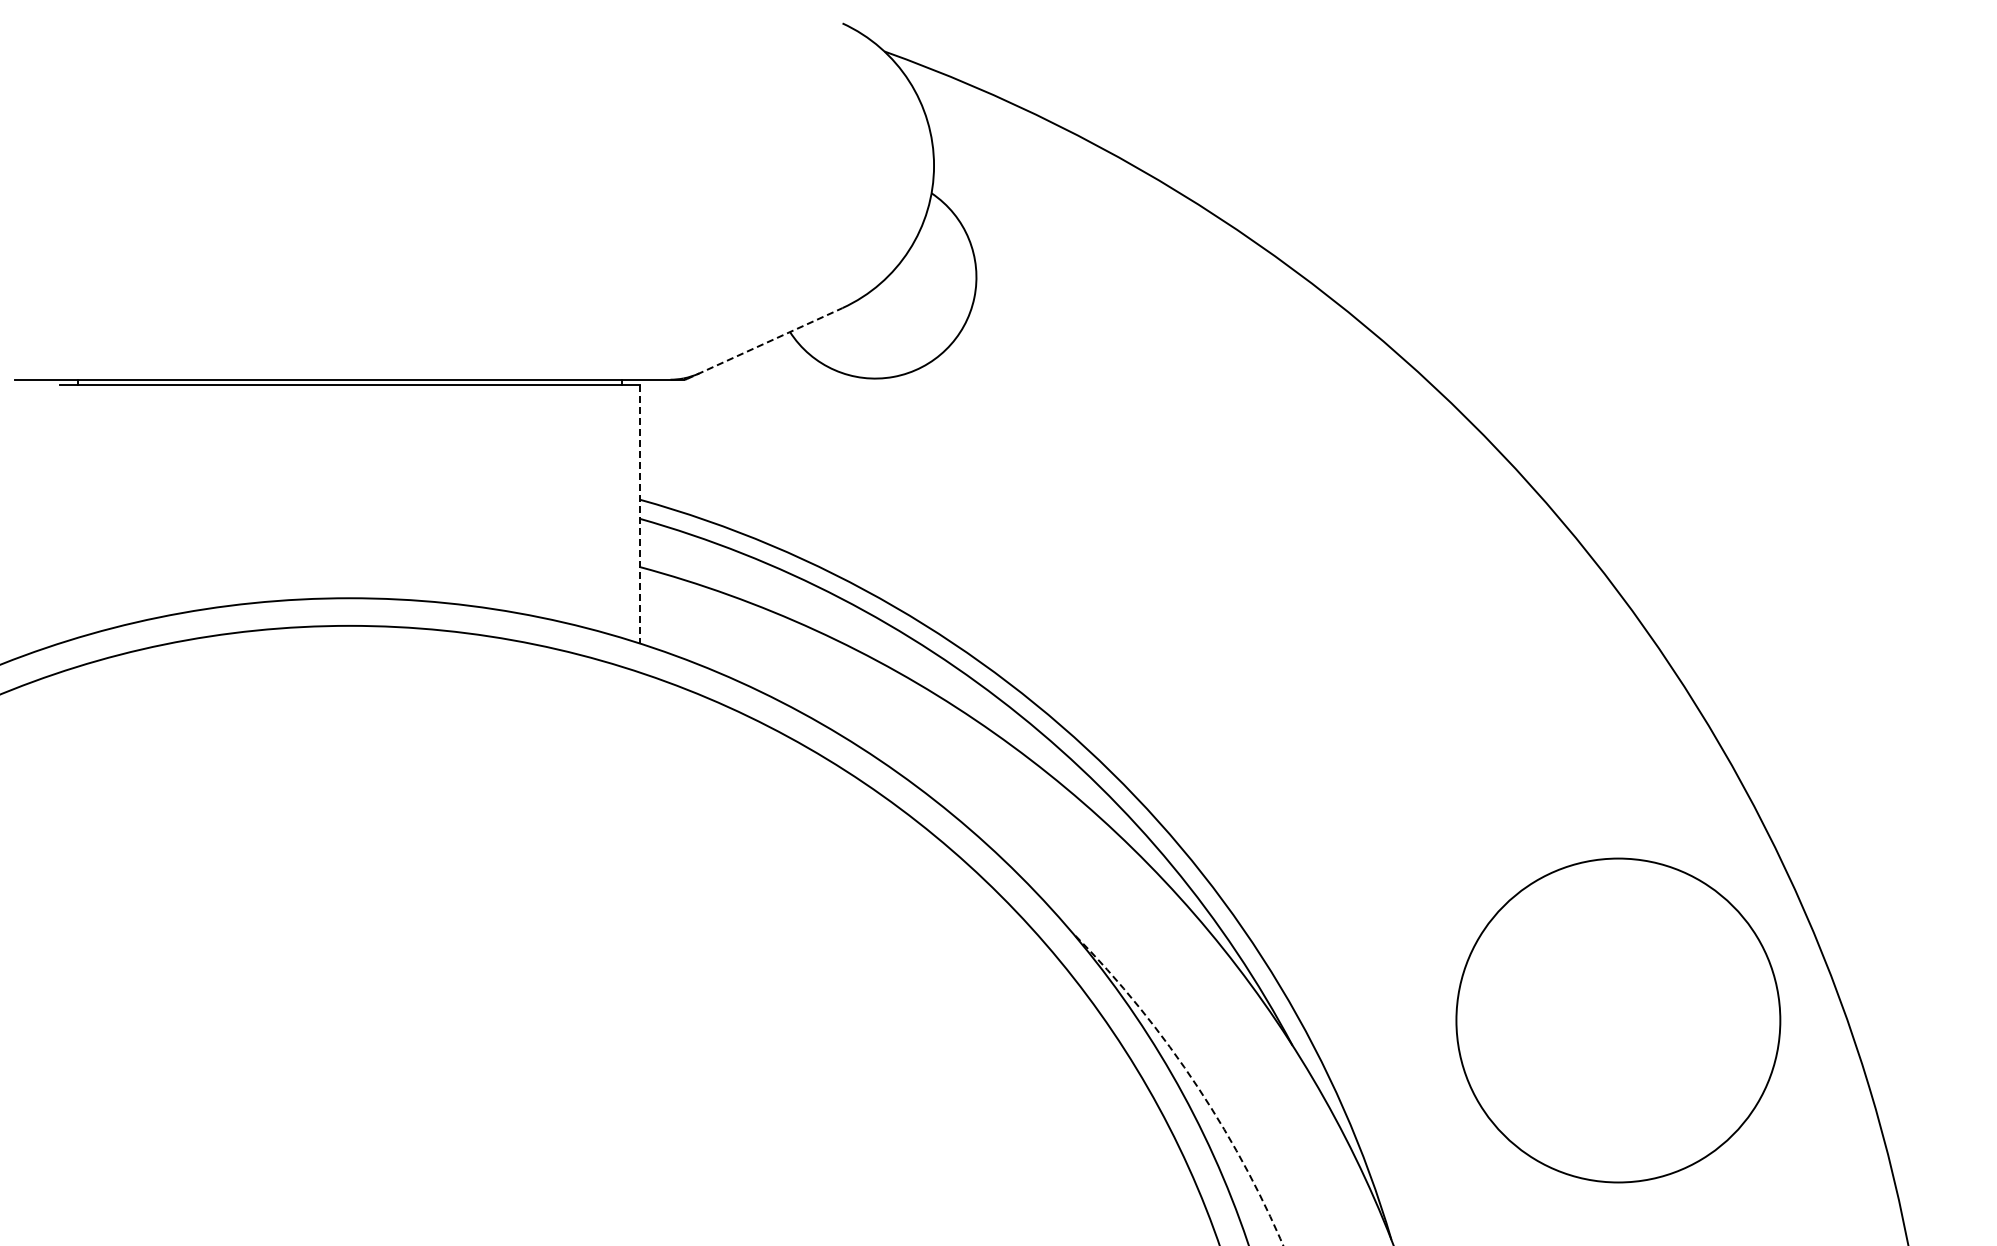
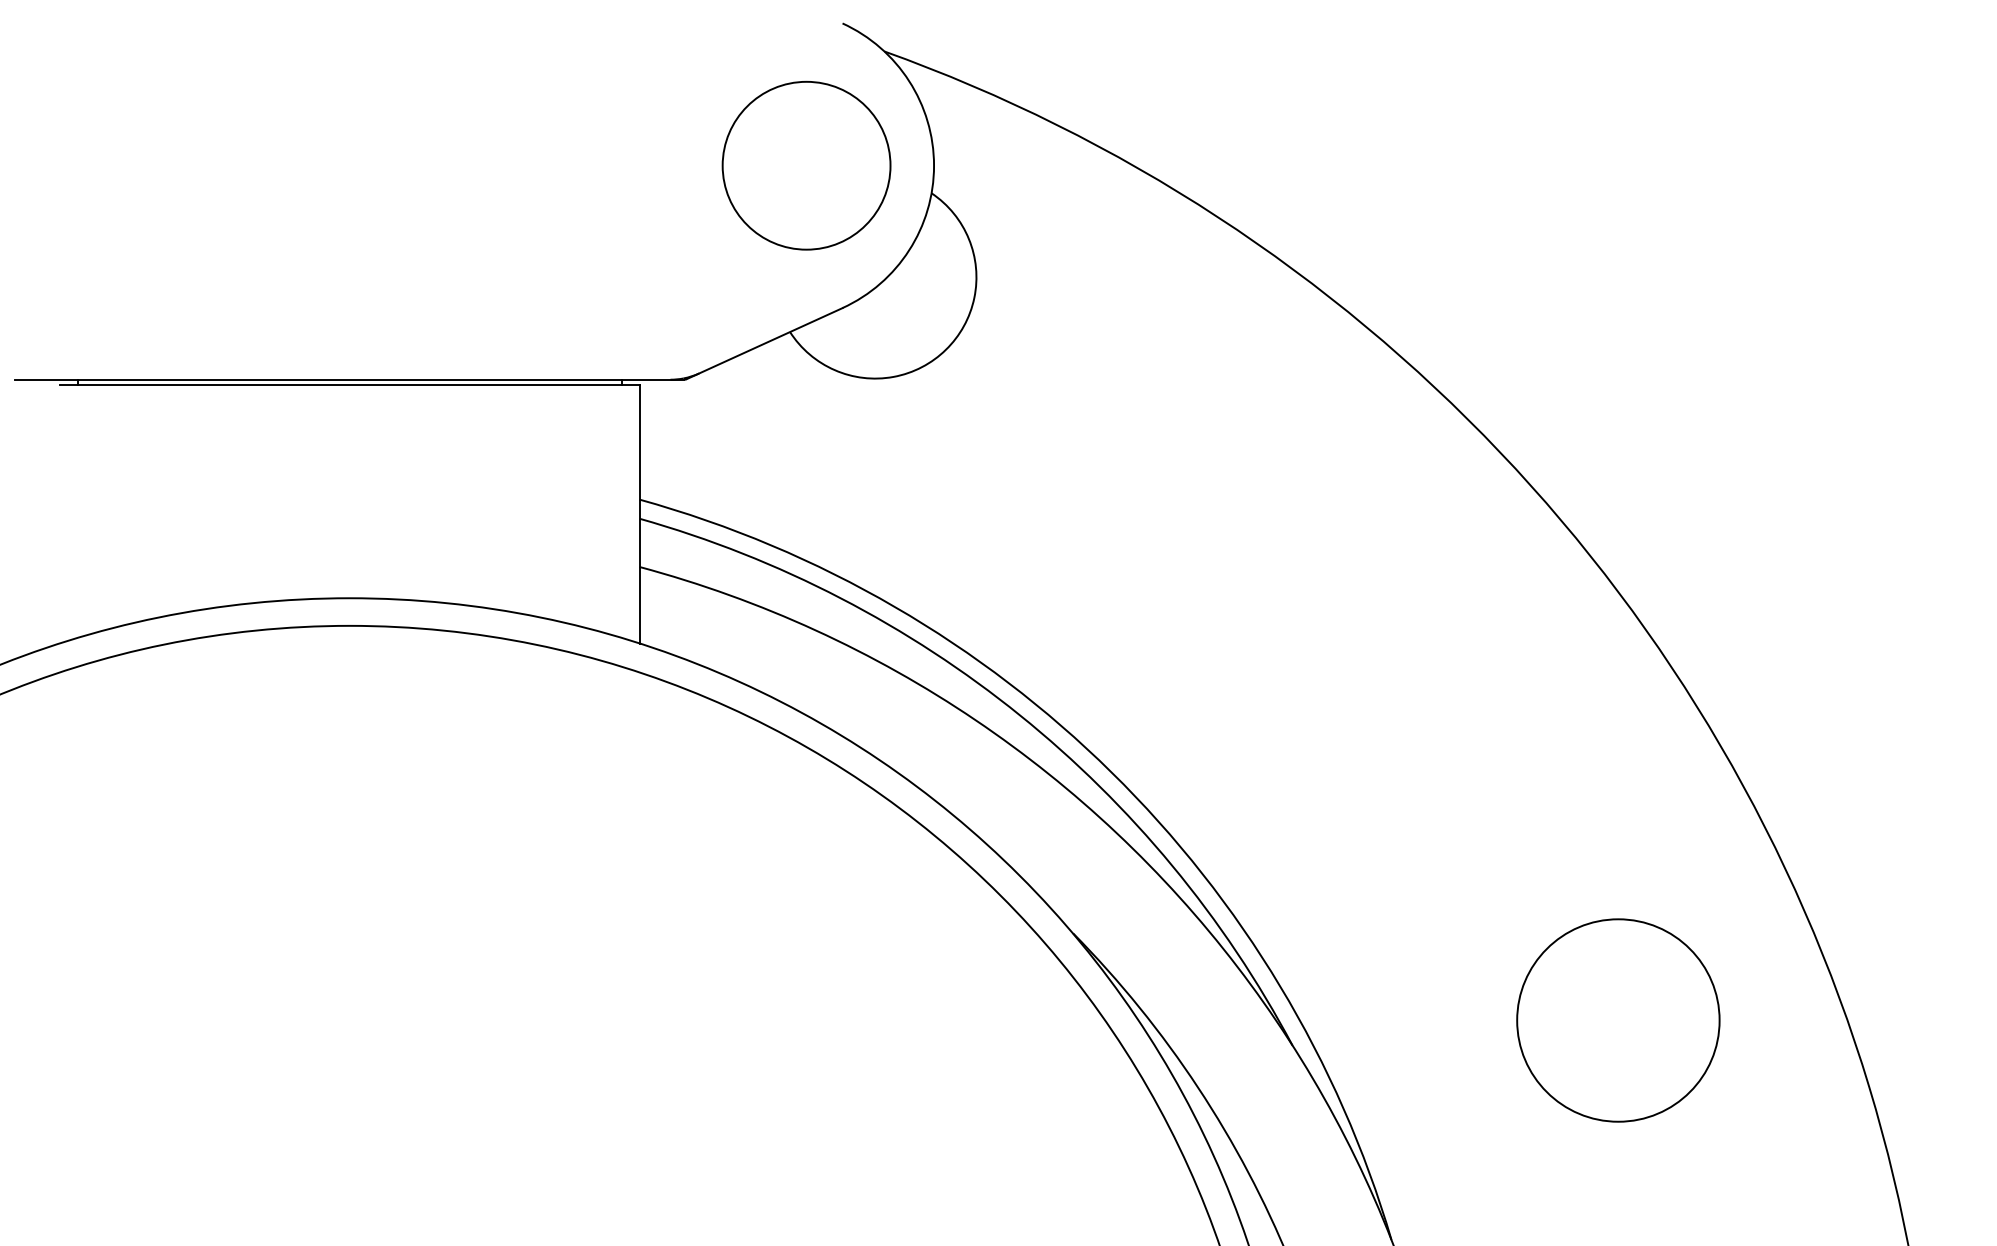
circle at (806, 165): none -> present
line at (764, 343): dashed -> solid
line at (639, 514): dashed -> solid
circle at (1618, 1020) diameter: 324 px -> 202 px
arc at (1193, 1080): dashed -> solid
